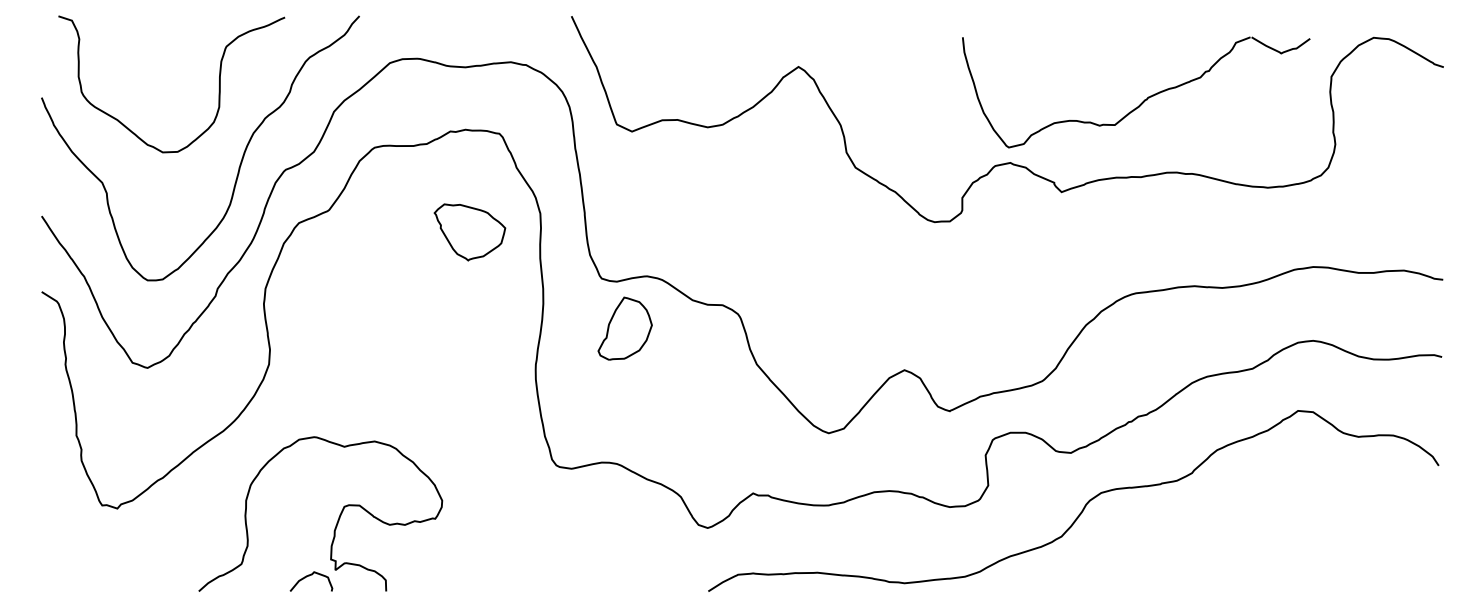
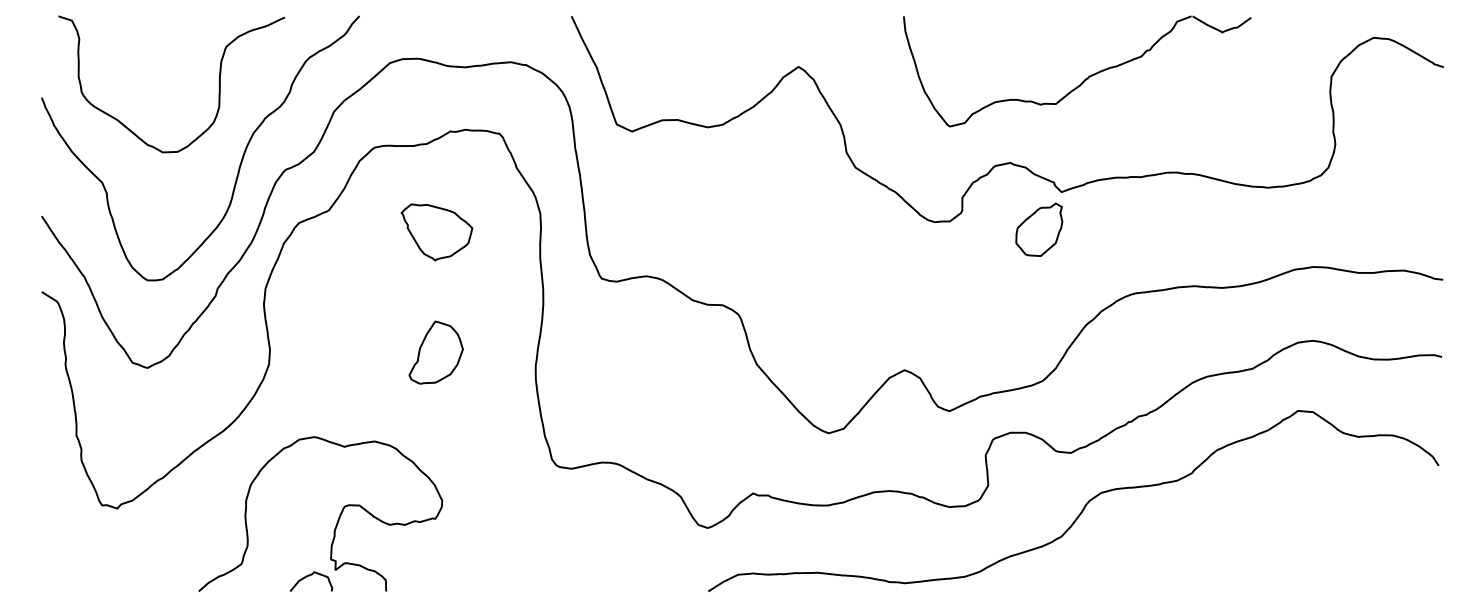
part at (1144, 99) position: (1144, 99) -> (1085, 78)
part at (1039, 229): none -> present
part at (469, 232) position: (469, 232) -> (436, 232)
part at (624, 328) position: (624, 328) -> (435, 352)
